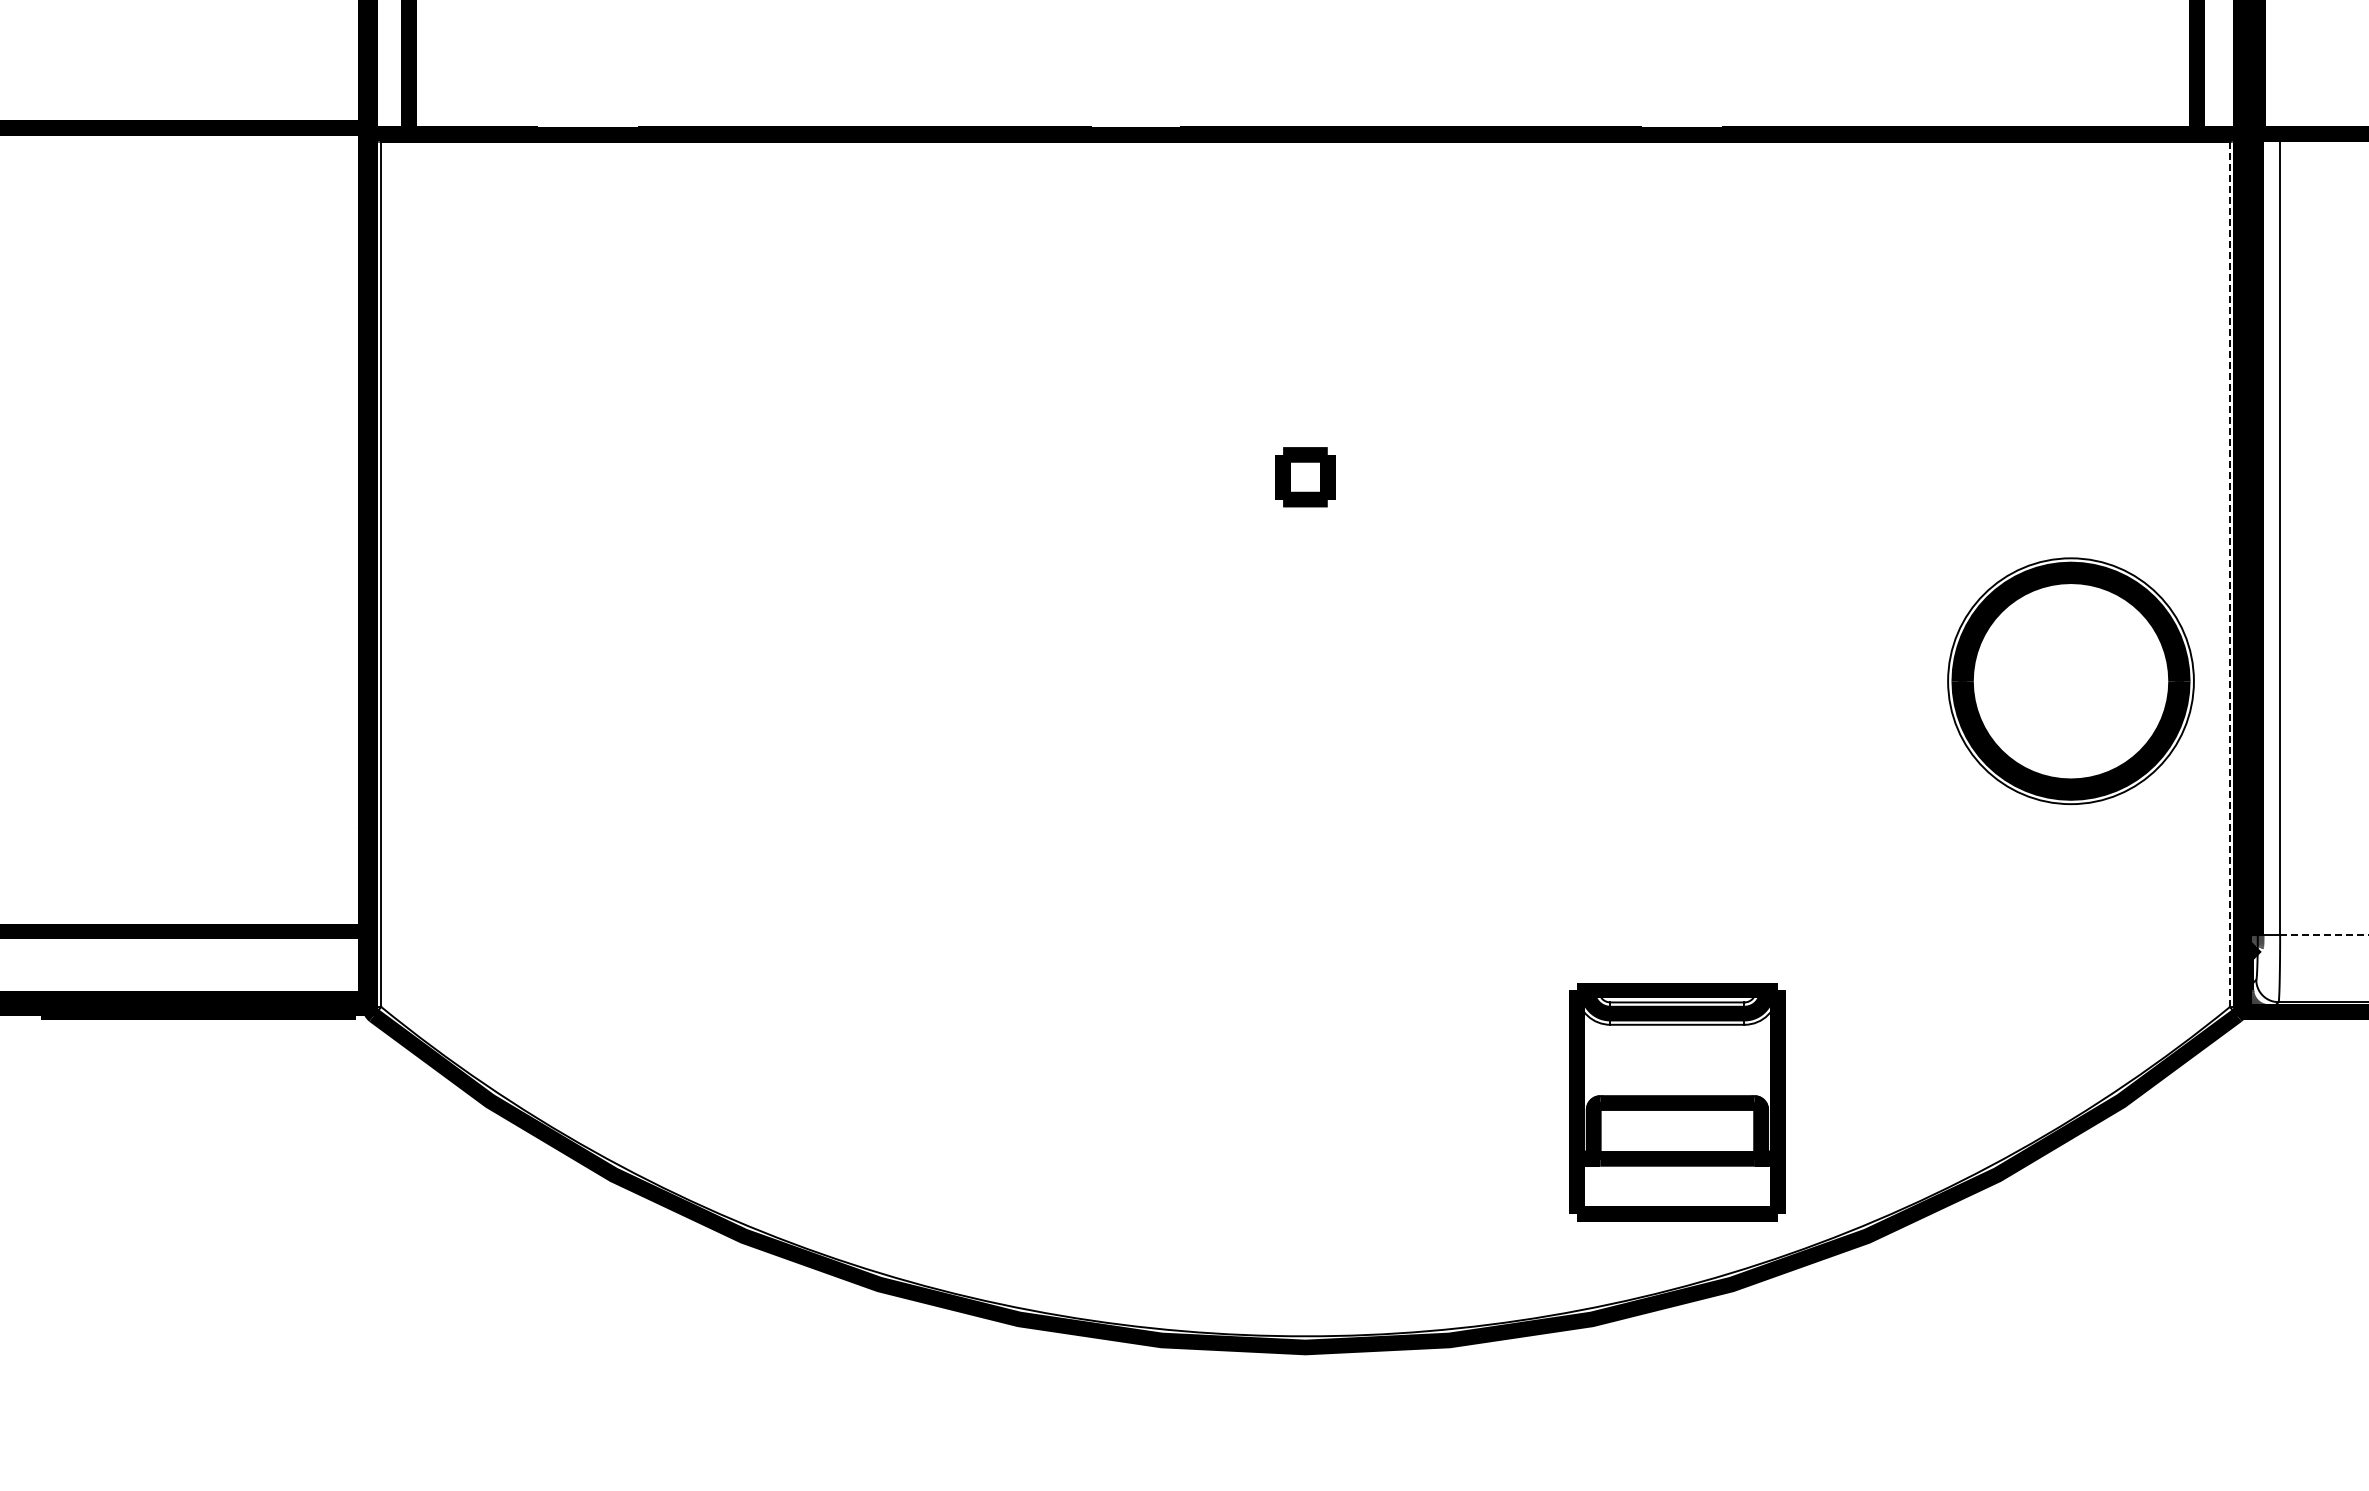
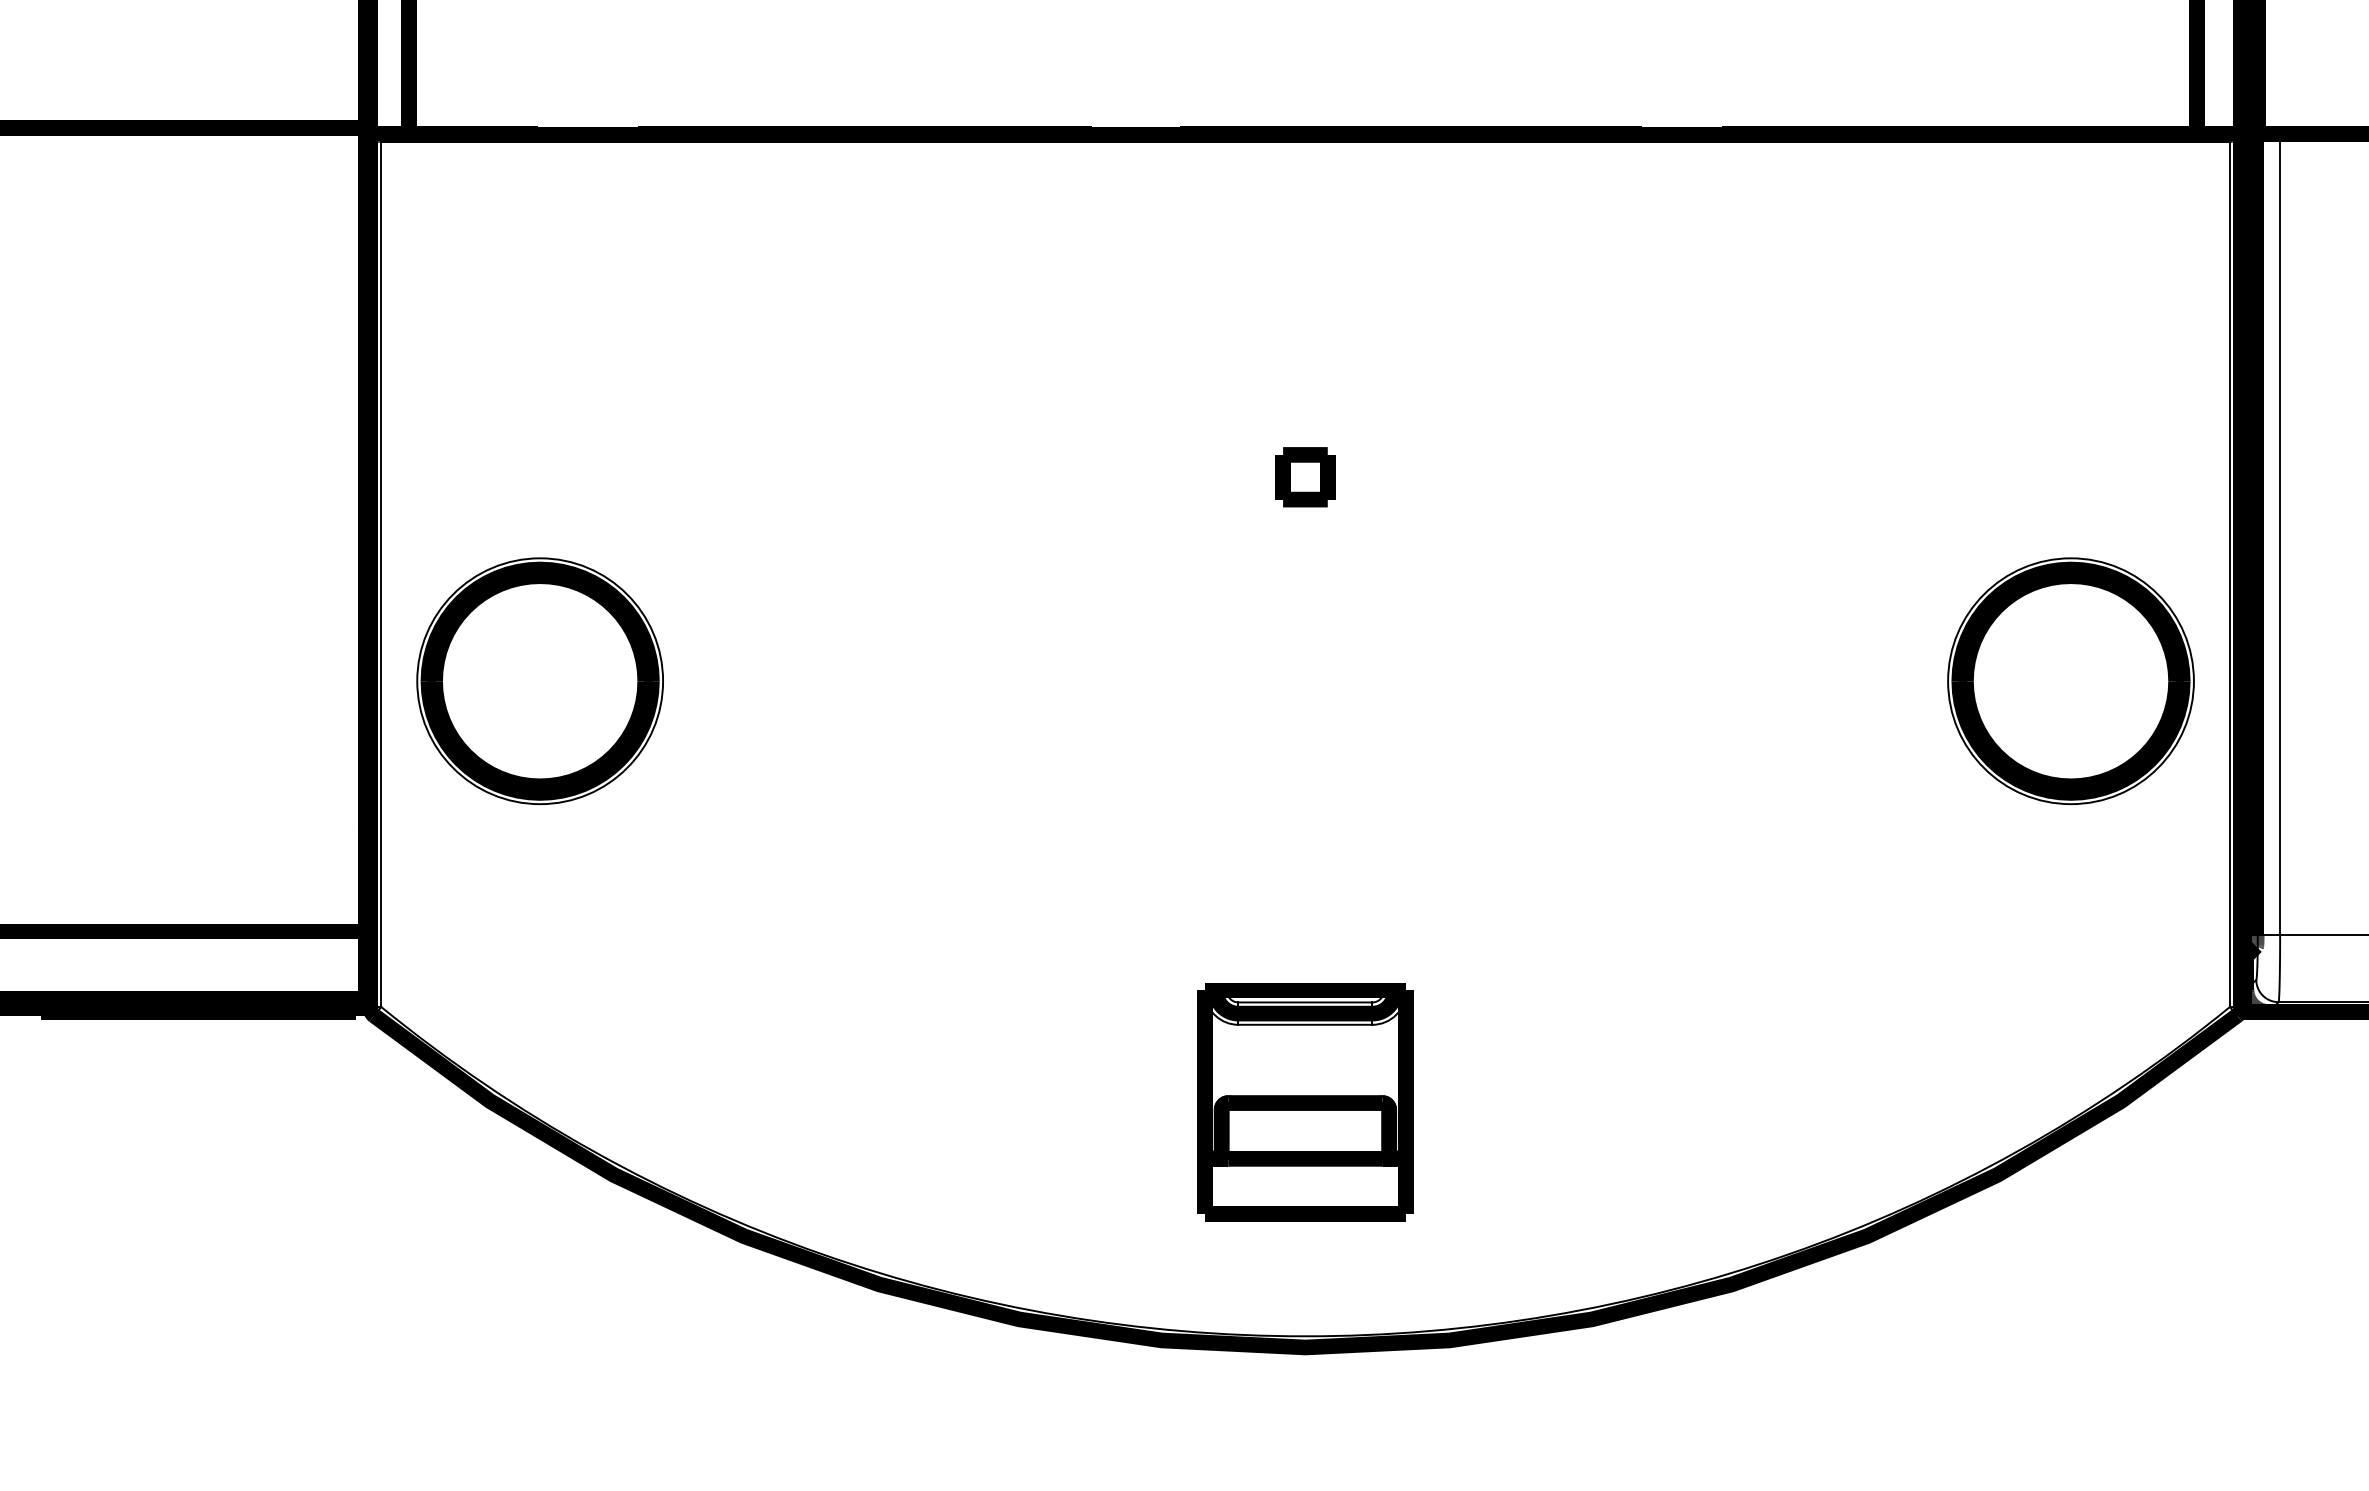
line at (2229, 571): dashed -> solid
part at (539, 680): none -> present
line at (2324, 935): dashed -> solid
part at (1677, 1102) position: (1677, 1102) -> (1305, 1102)
